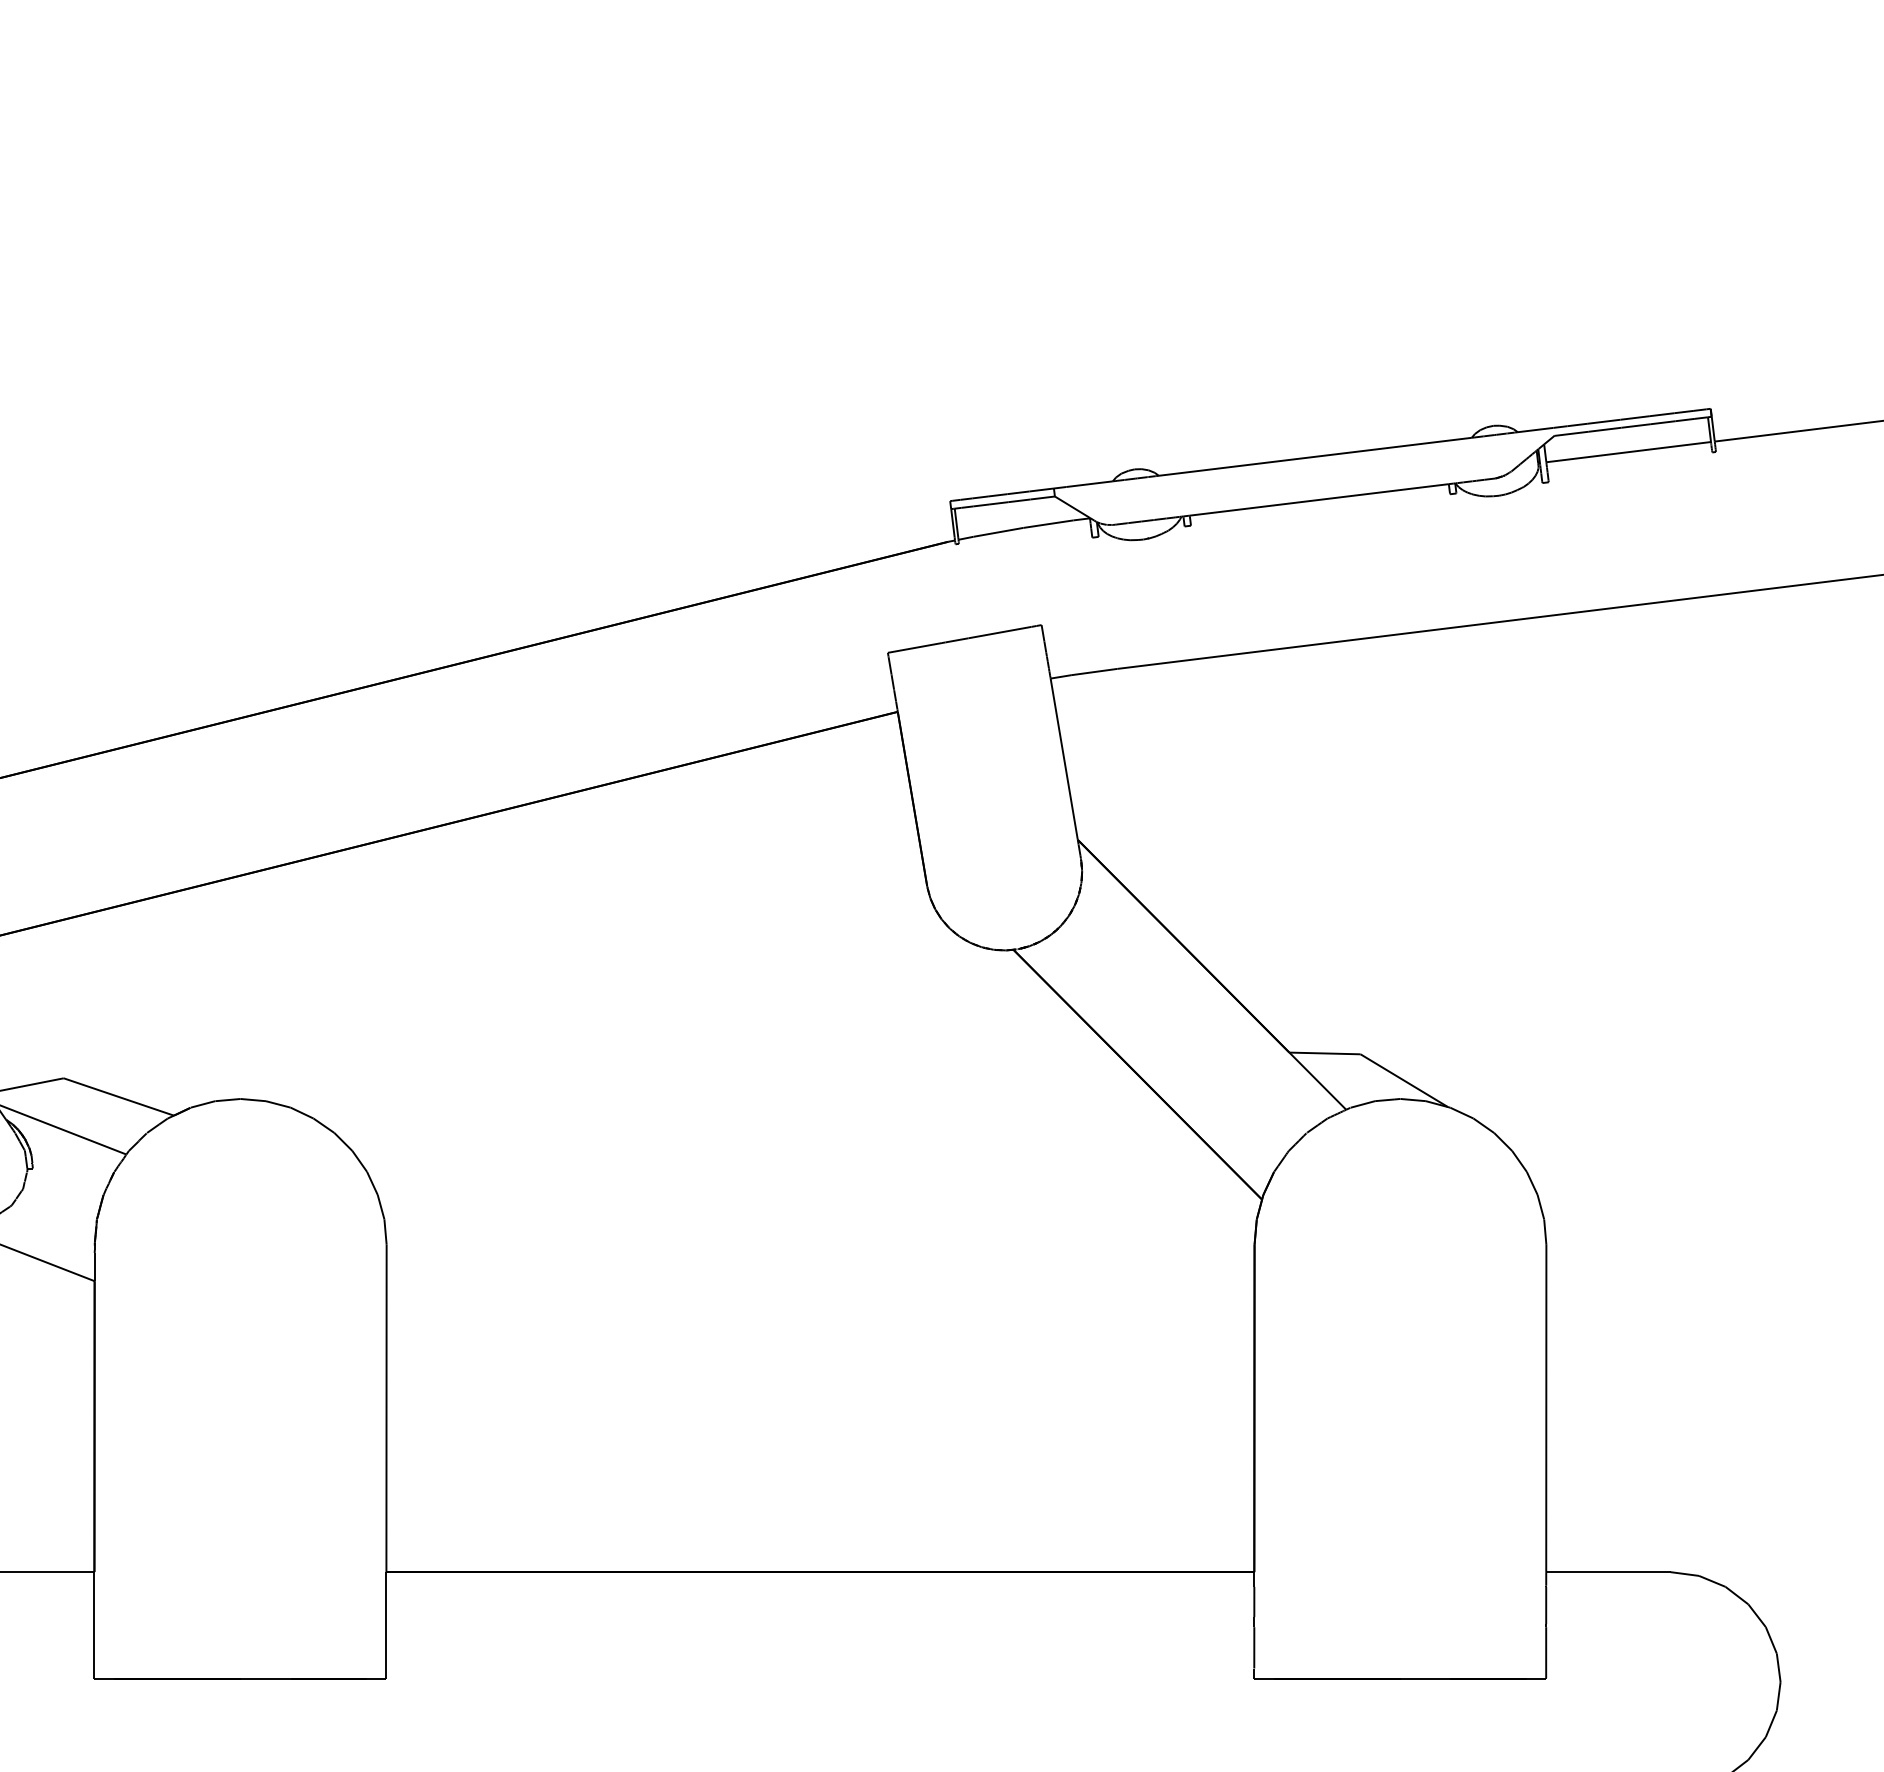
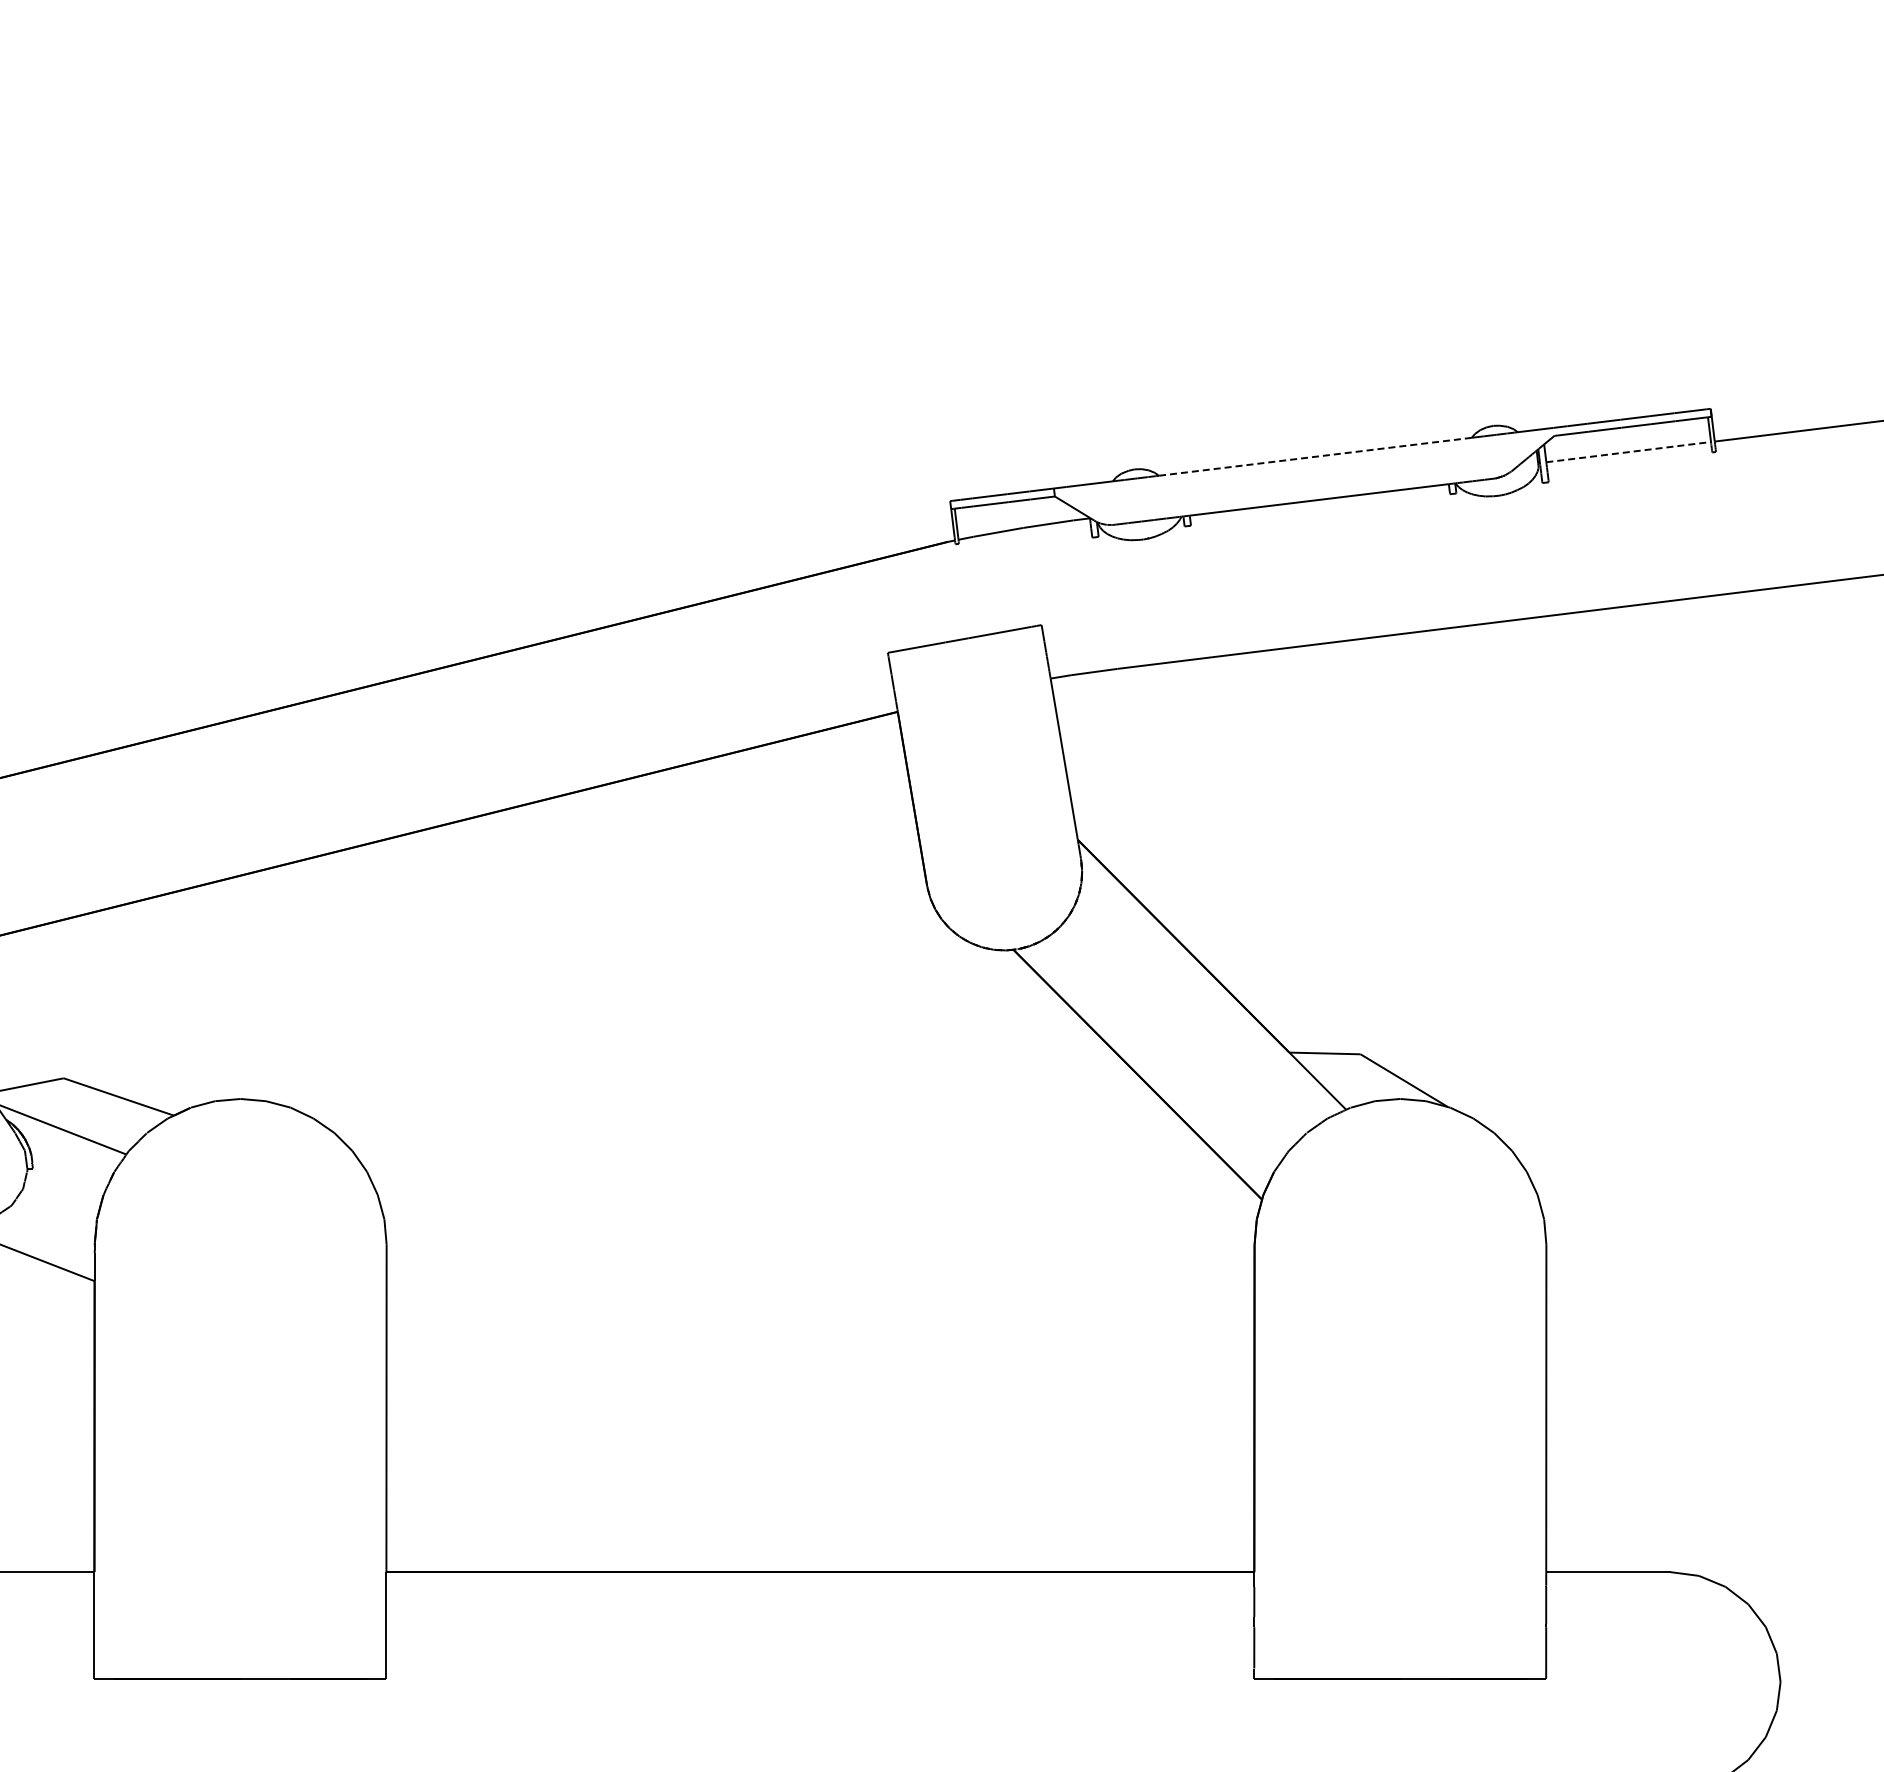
line at (1628, 452): solid -> dashed
line at (1315, 456): solid -> dashed
